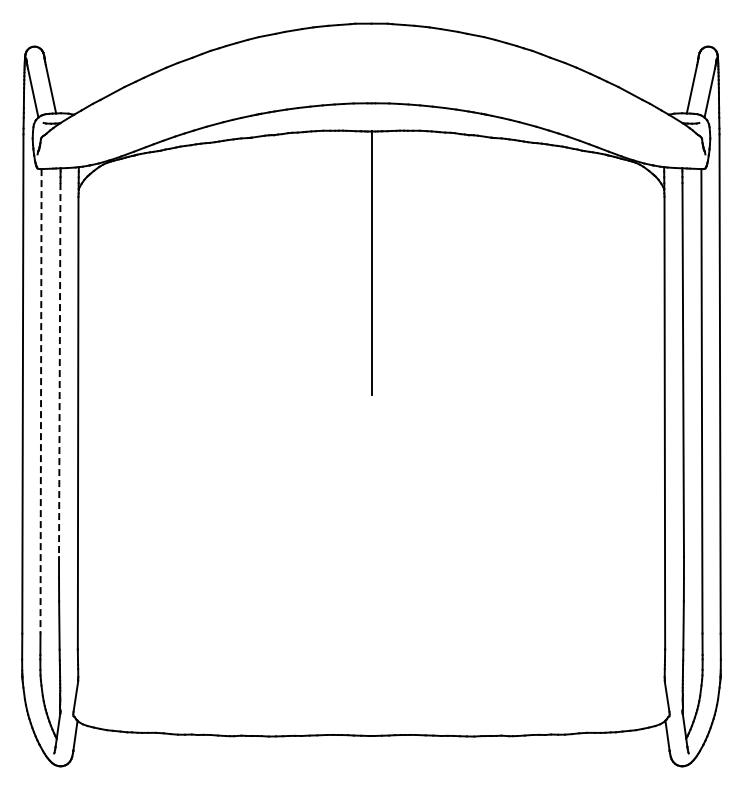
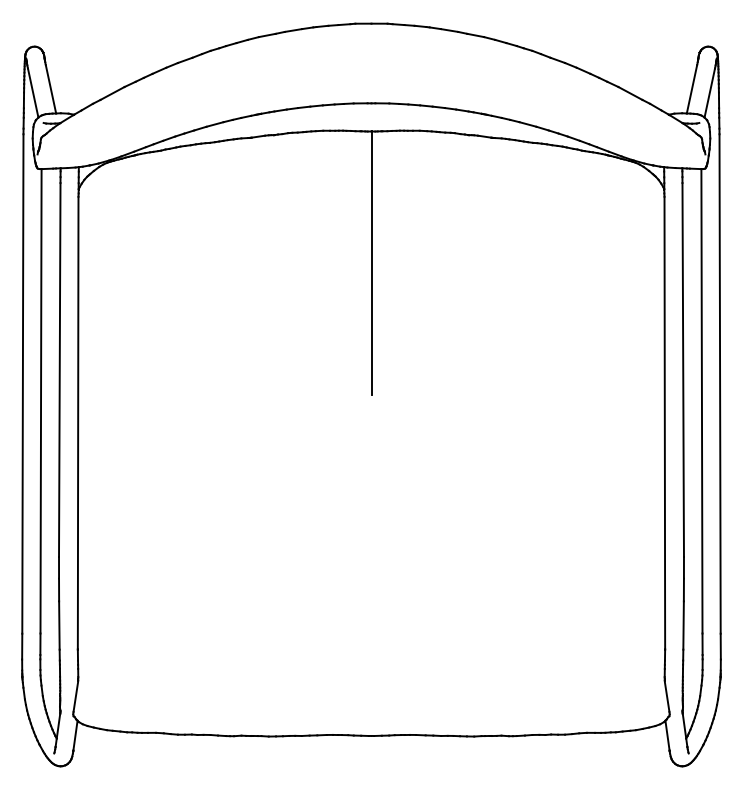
line at (59, 370): dashed -> solid
line at (41, 401): dashed -> solid
